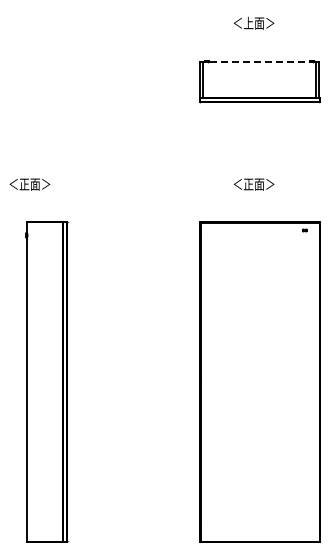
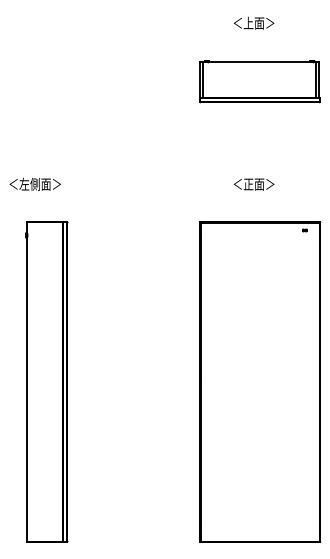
line at (259, 62): dashed -> solid
text at (39, 183): ＜正面＞ -> ＜左側面＞
